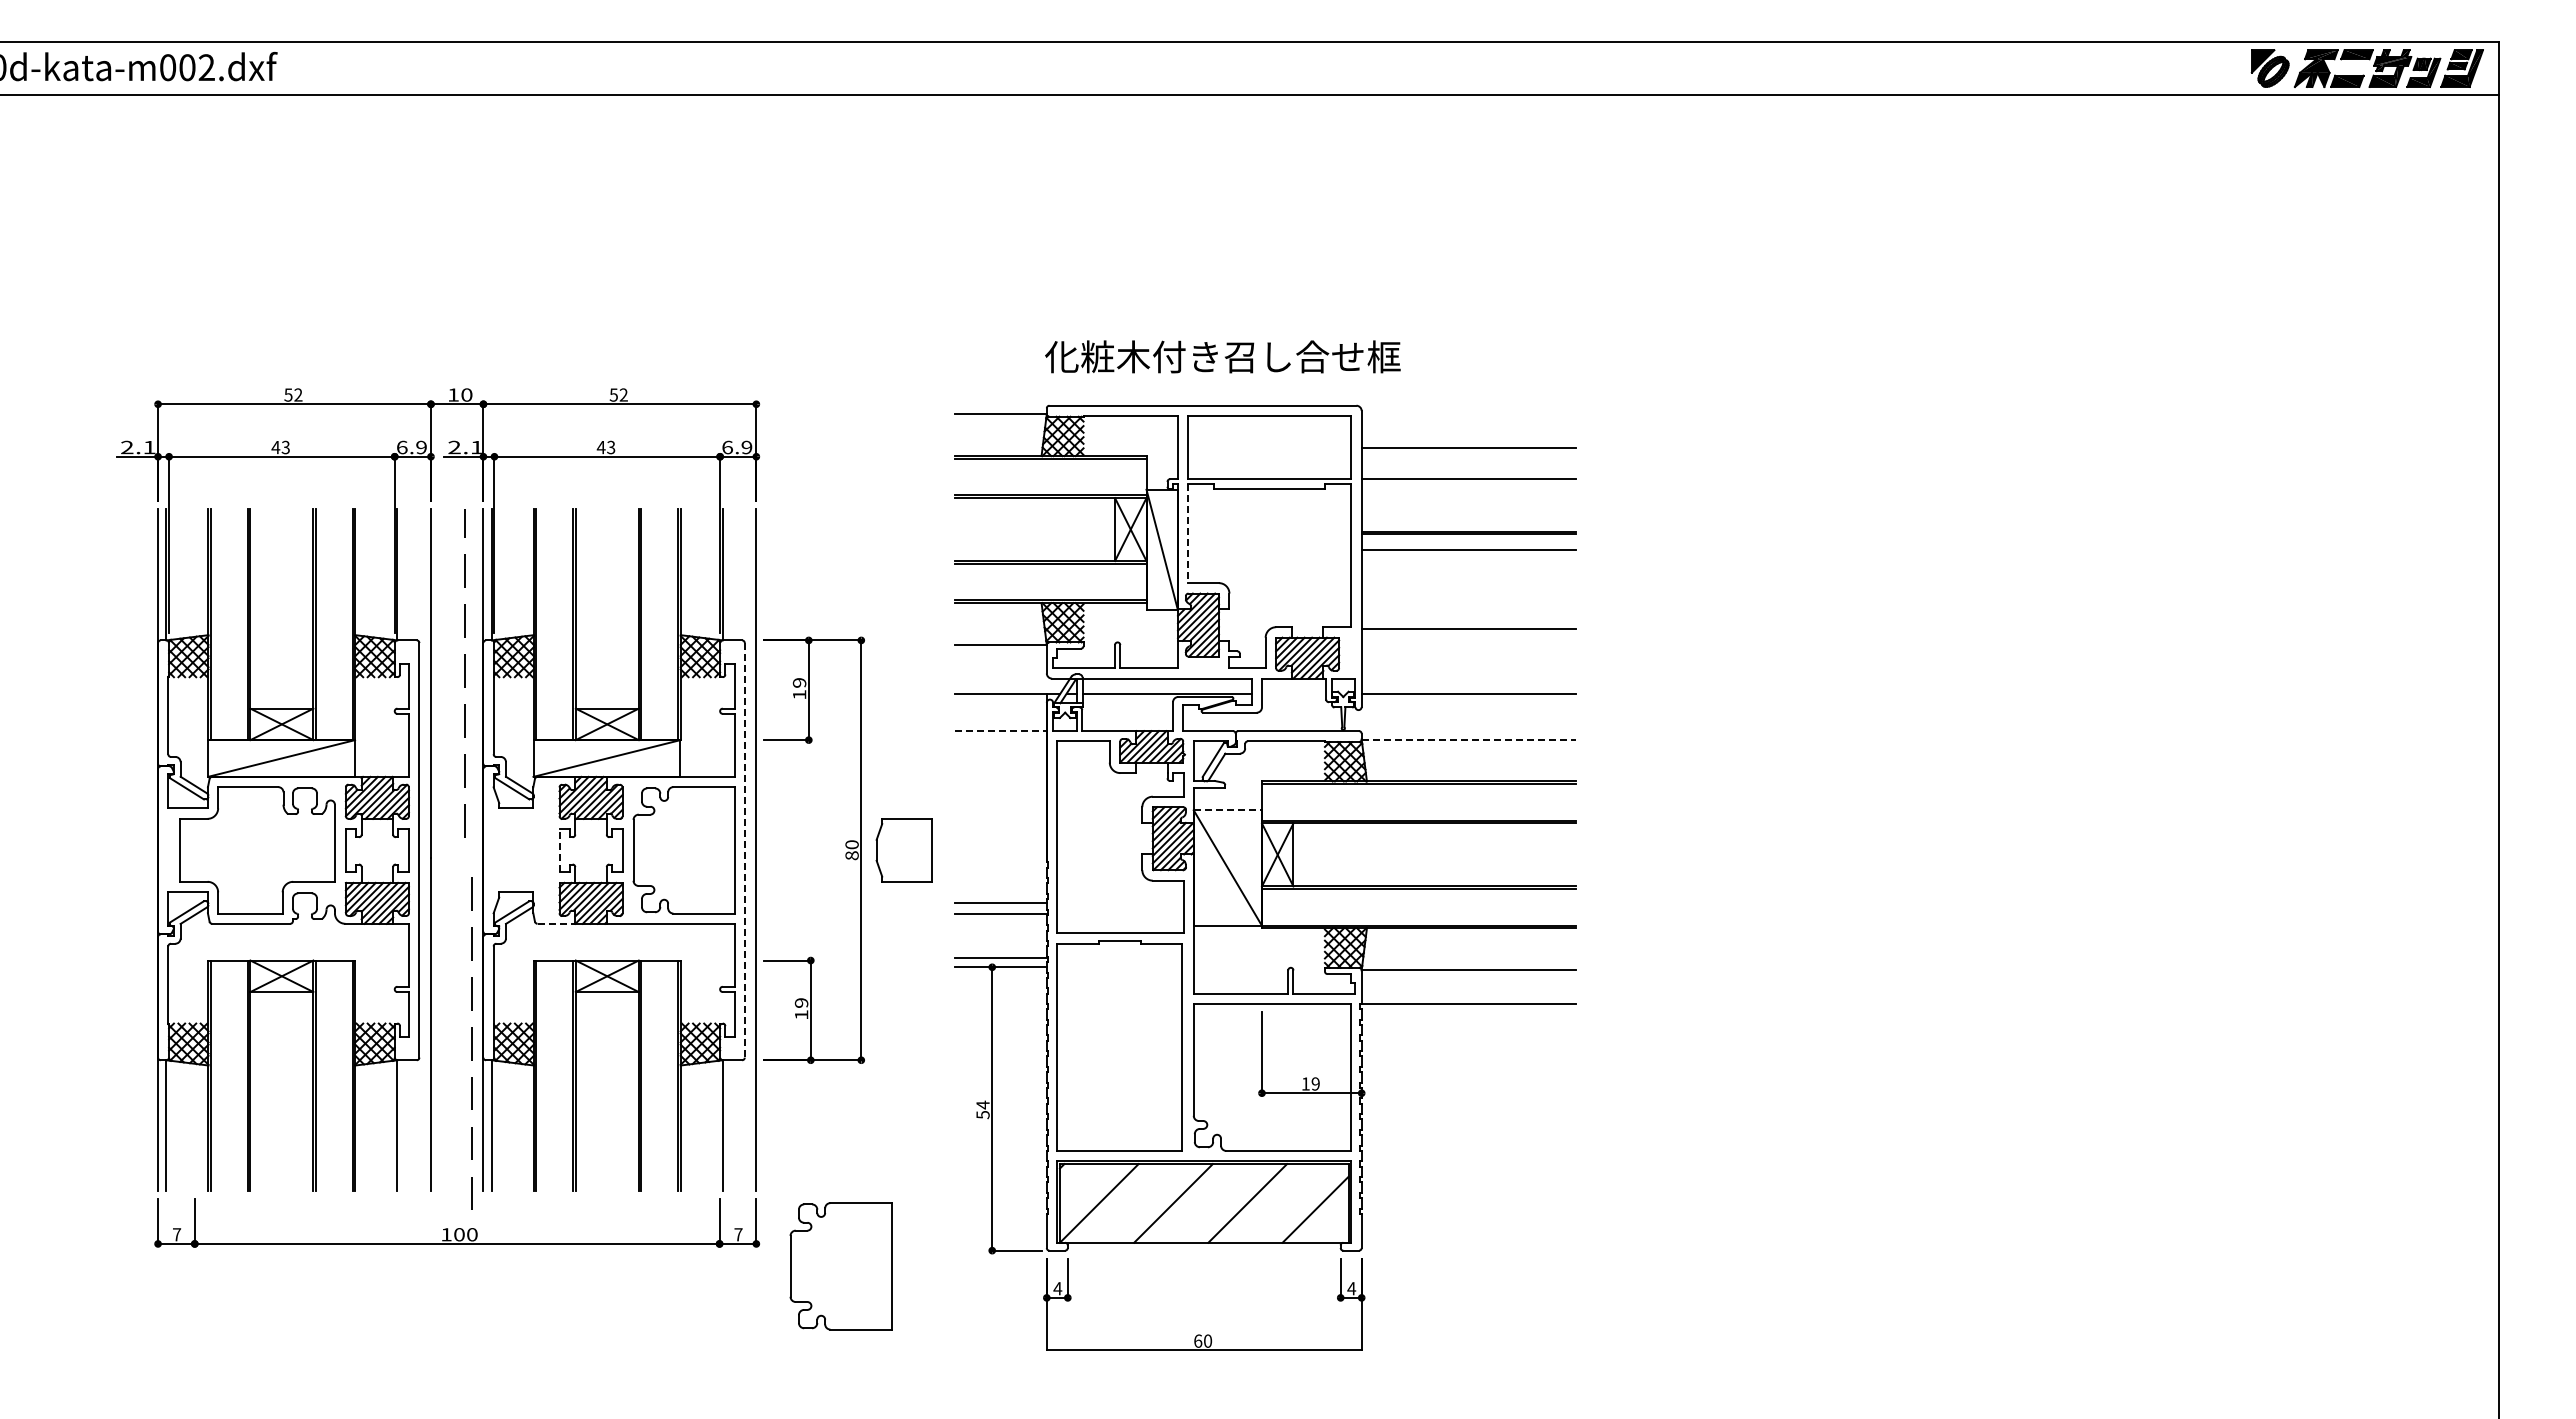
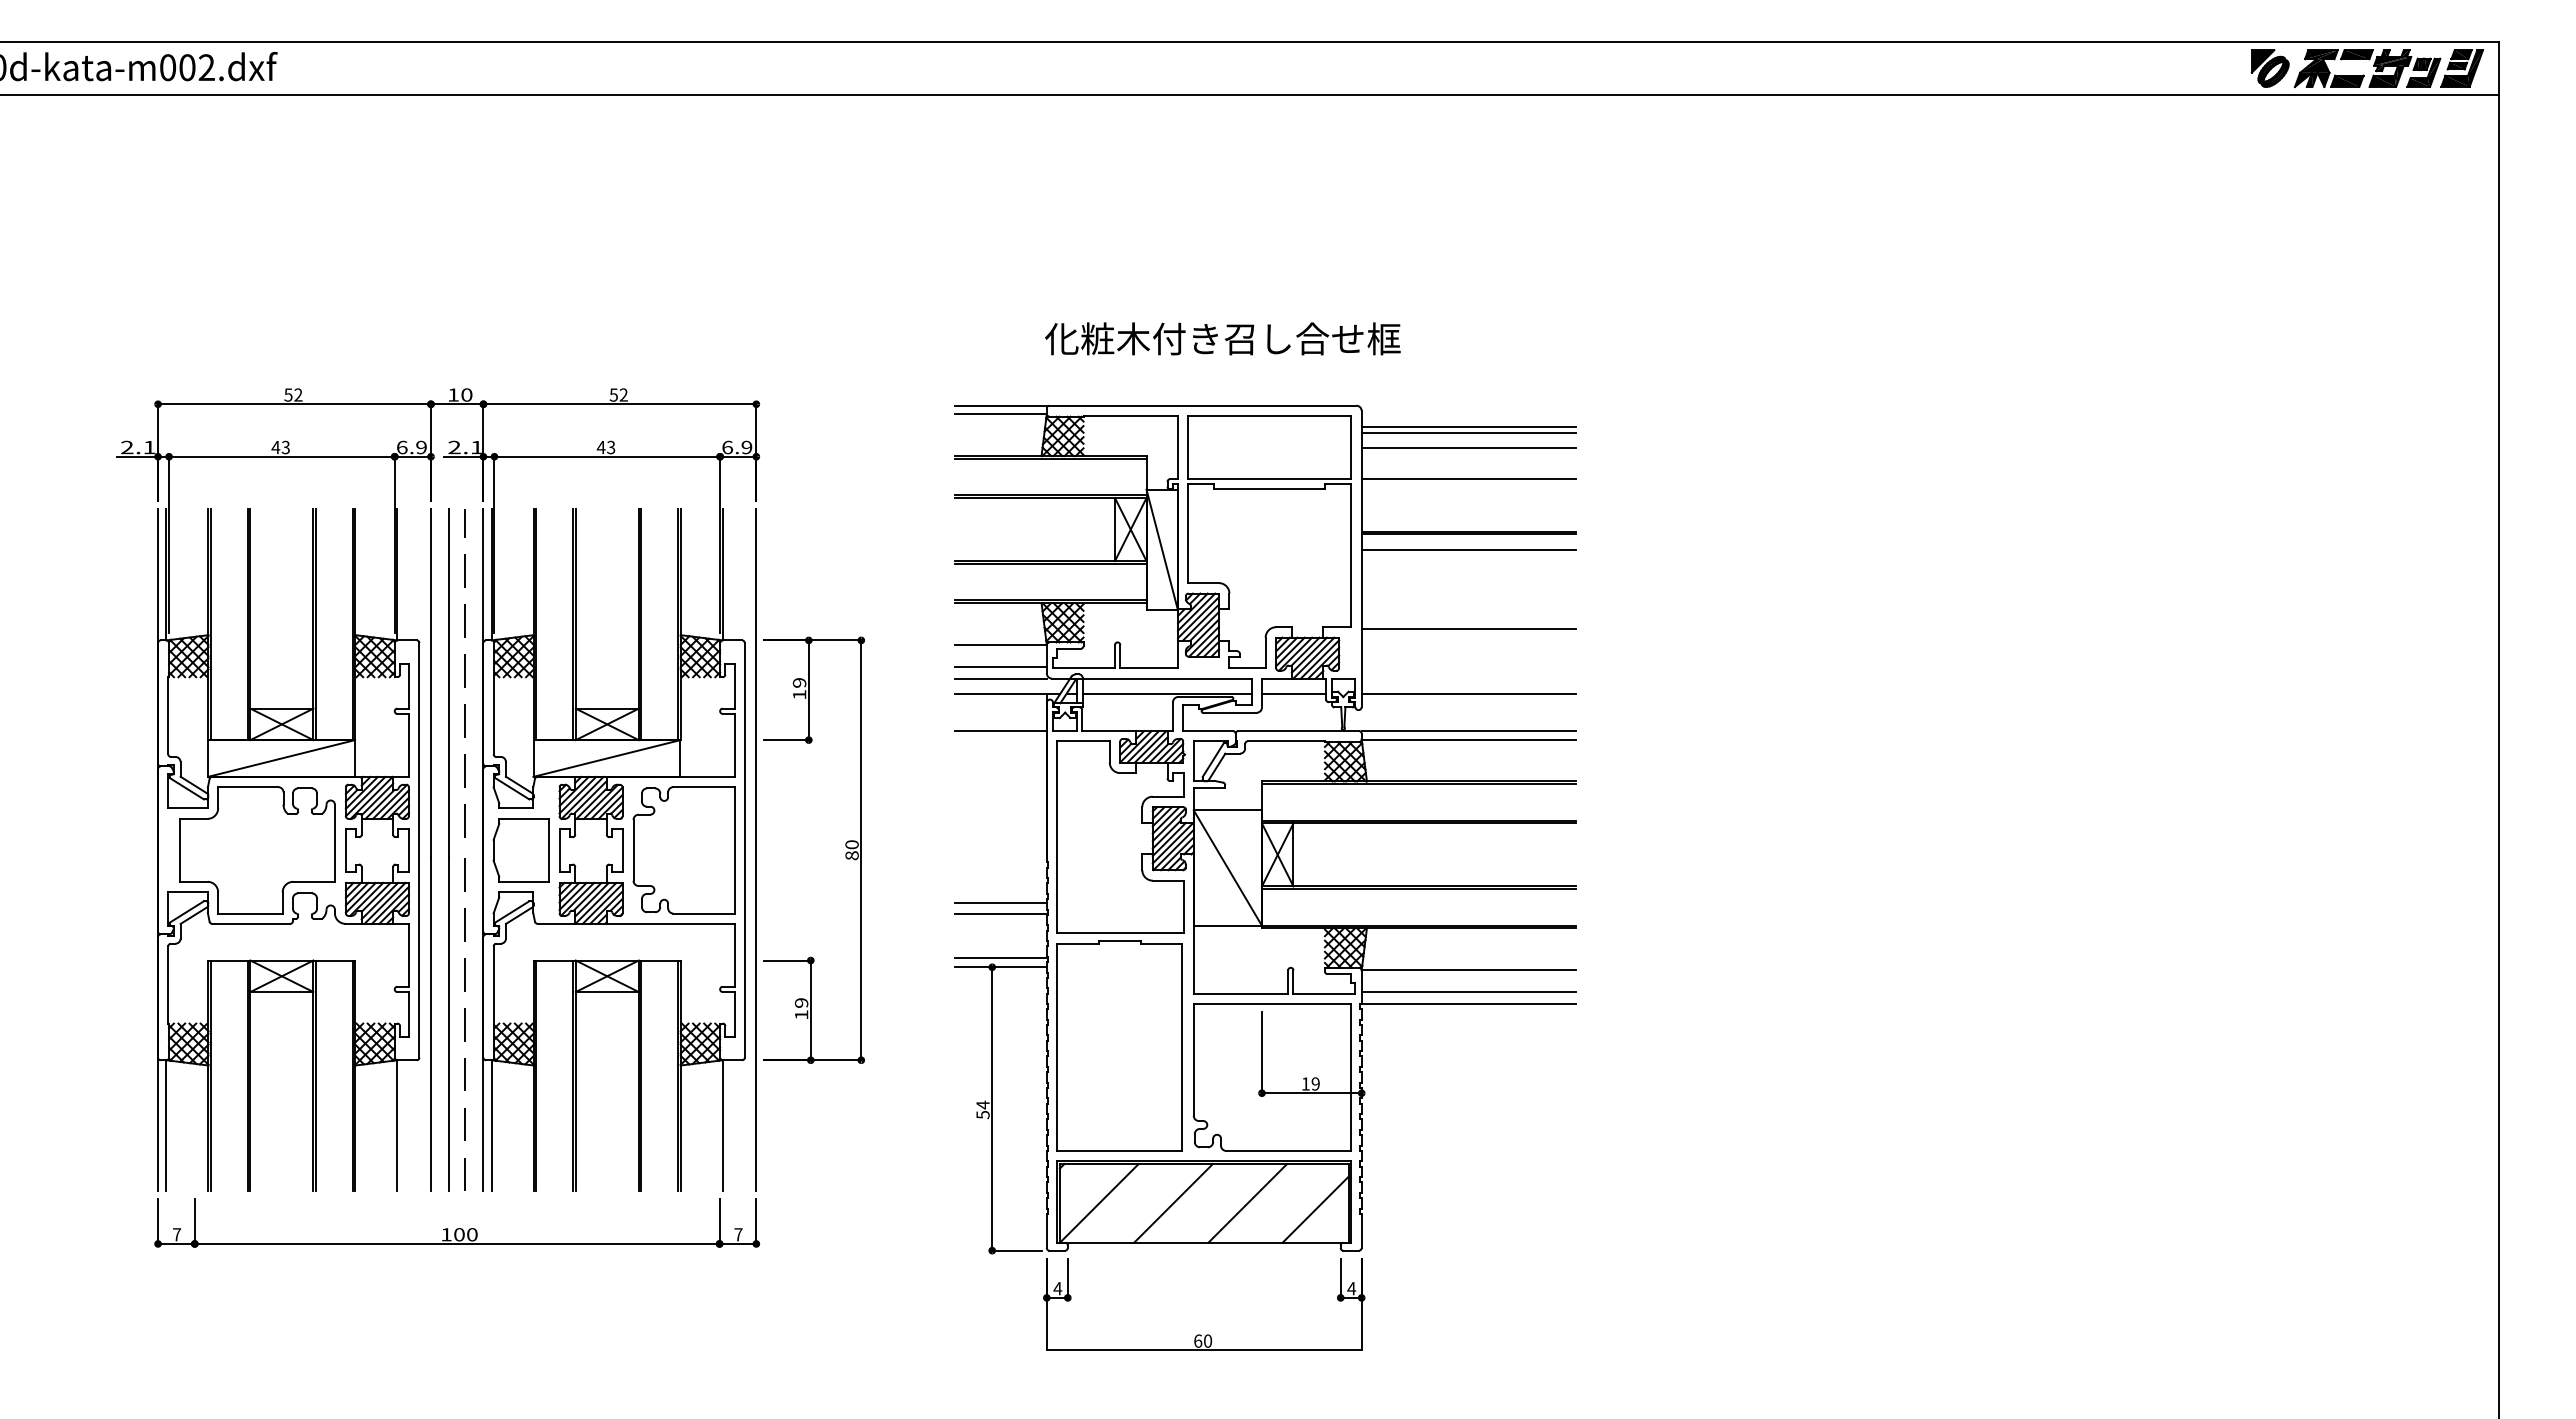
text at (1222, 356) position: (1222, 356) -> (1222, 338)
line at (1000, 405): none -> present
line at (1468, 426): none -> present
line at (1468, 433): none -> present
line at (1188, 534): dashed -> solid
line at (1000, 667): none -> present
line at (1000, 678): none -> present
line at (1293, 694): none -> present
line at (1001, 731): dashed -> solid
line at (1468, 731): none -> present
line at (1468, 739): dashed -> solid
line at (1228, 810): dashed -> solid
line at (448, 849): none -> present
line at (559, 850): dashed -> solid
line at (744, 850): dashed -> solid
part at (903, 850) position: (903, 850) -> (520, 850)
line at (556, 923): dashed -> solid
line at (1468, 992): none -> present
line at (471, 1043) position: (471, 1043) -> (464, 1024)
part at (840, 1266): present -> none
